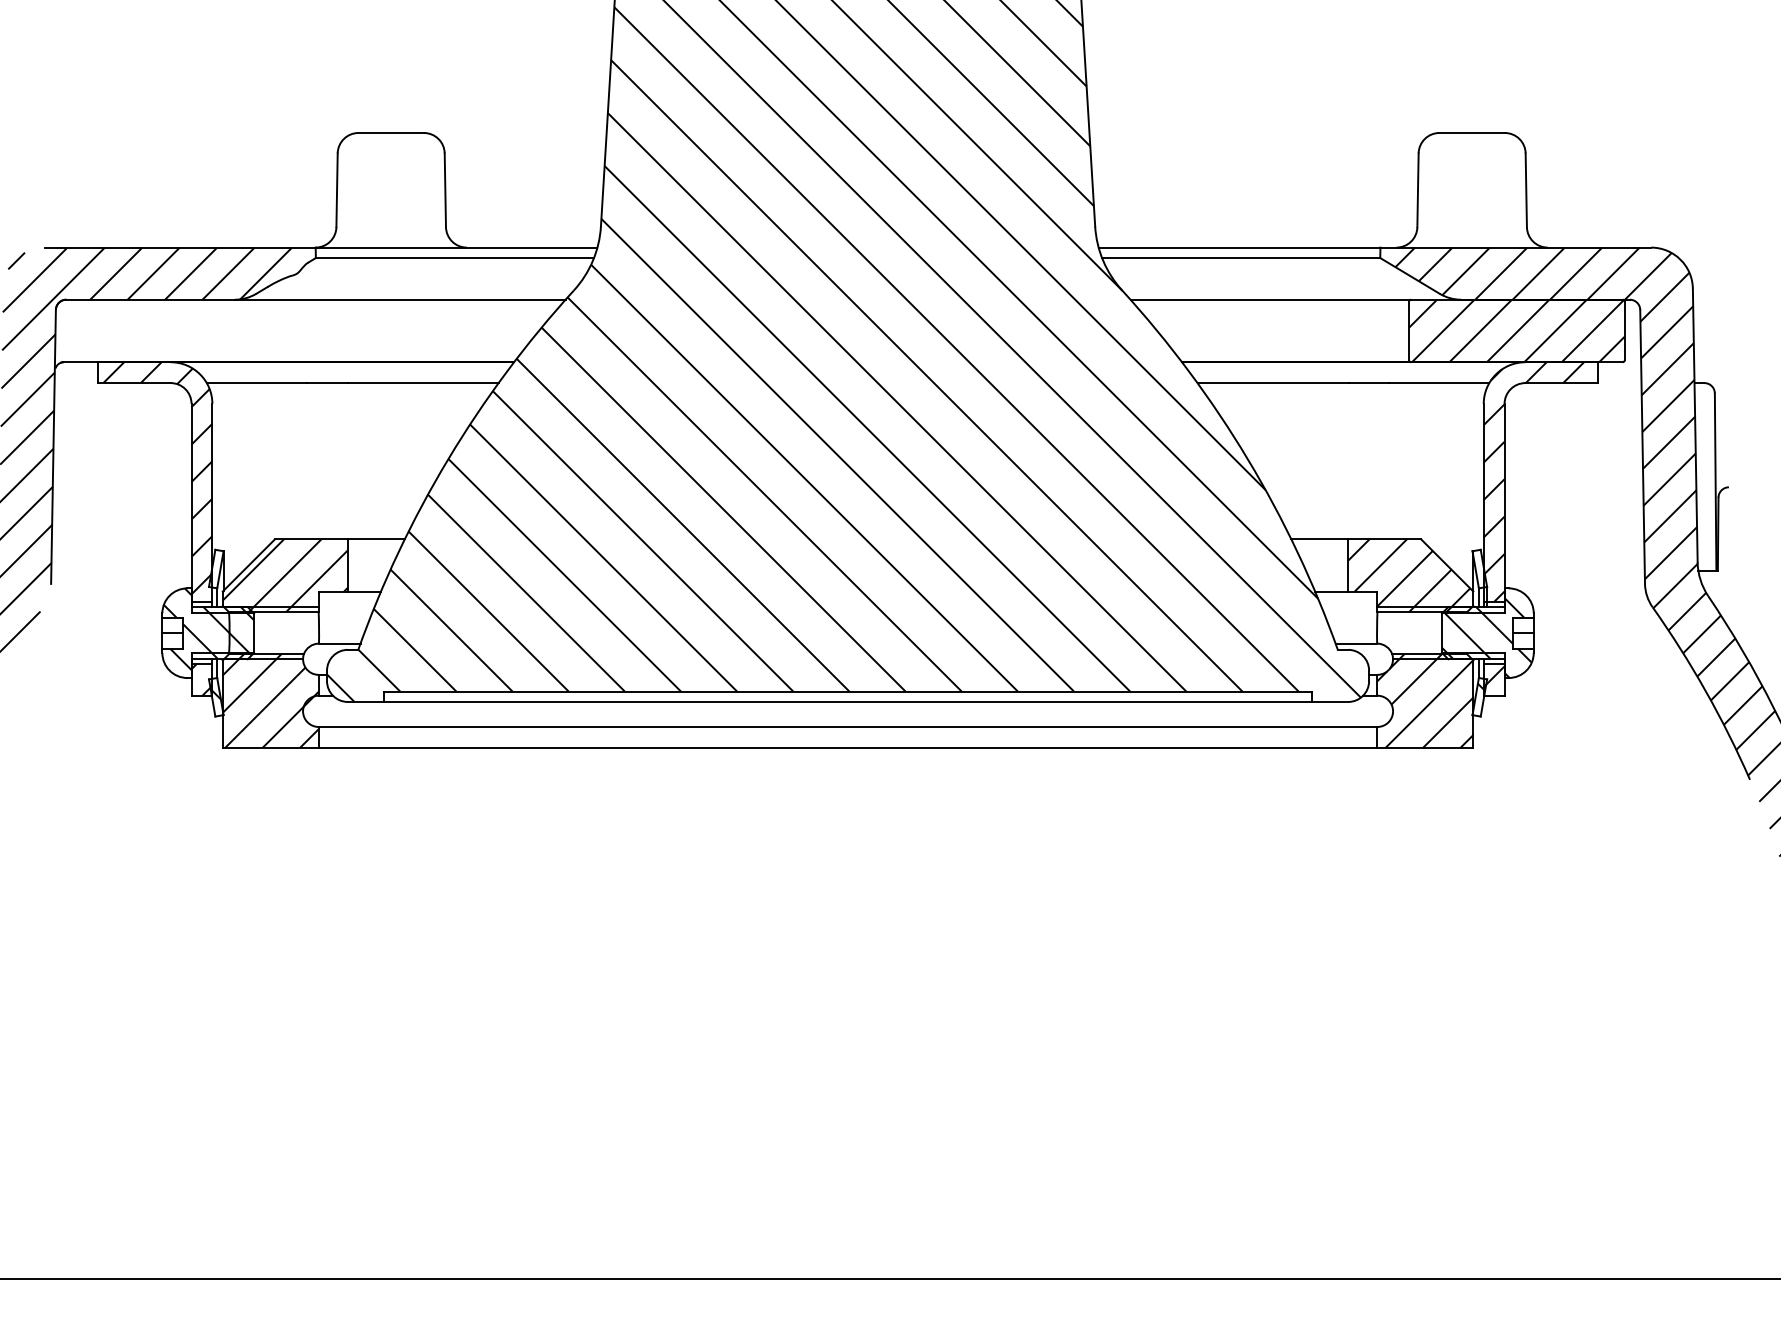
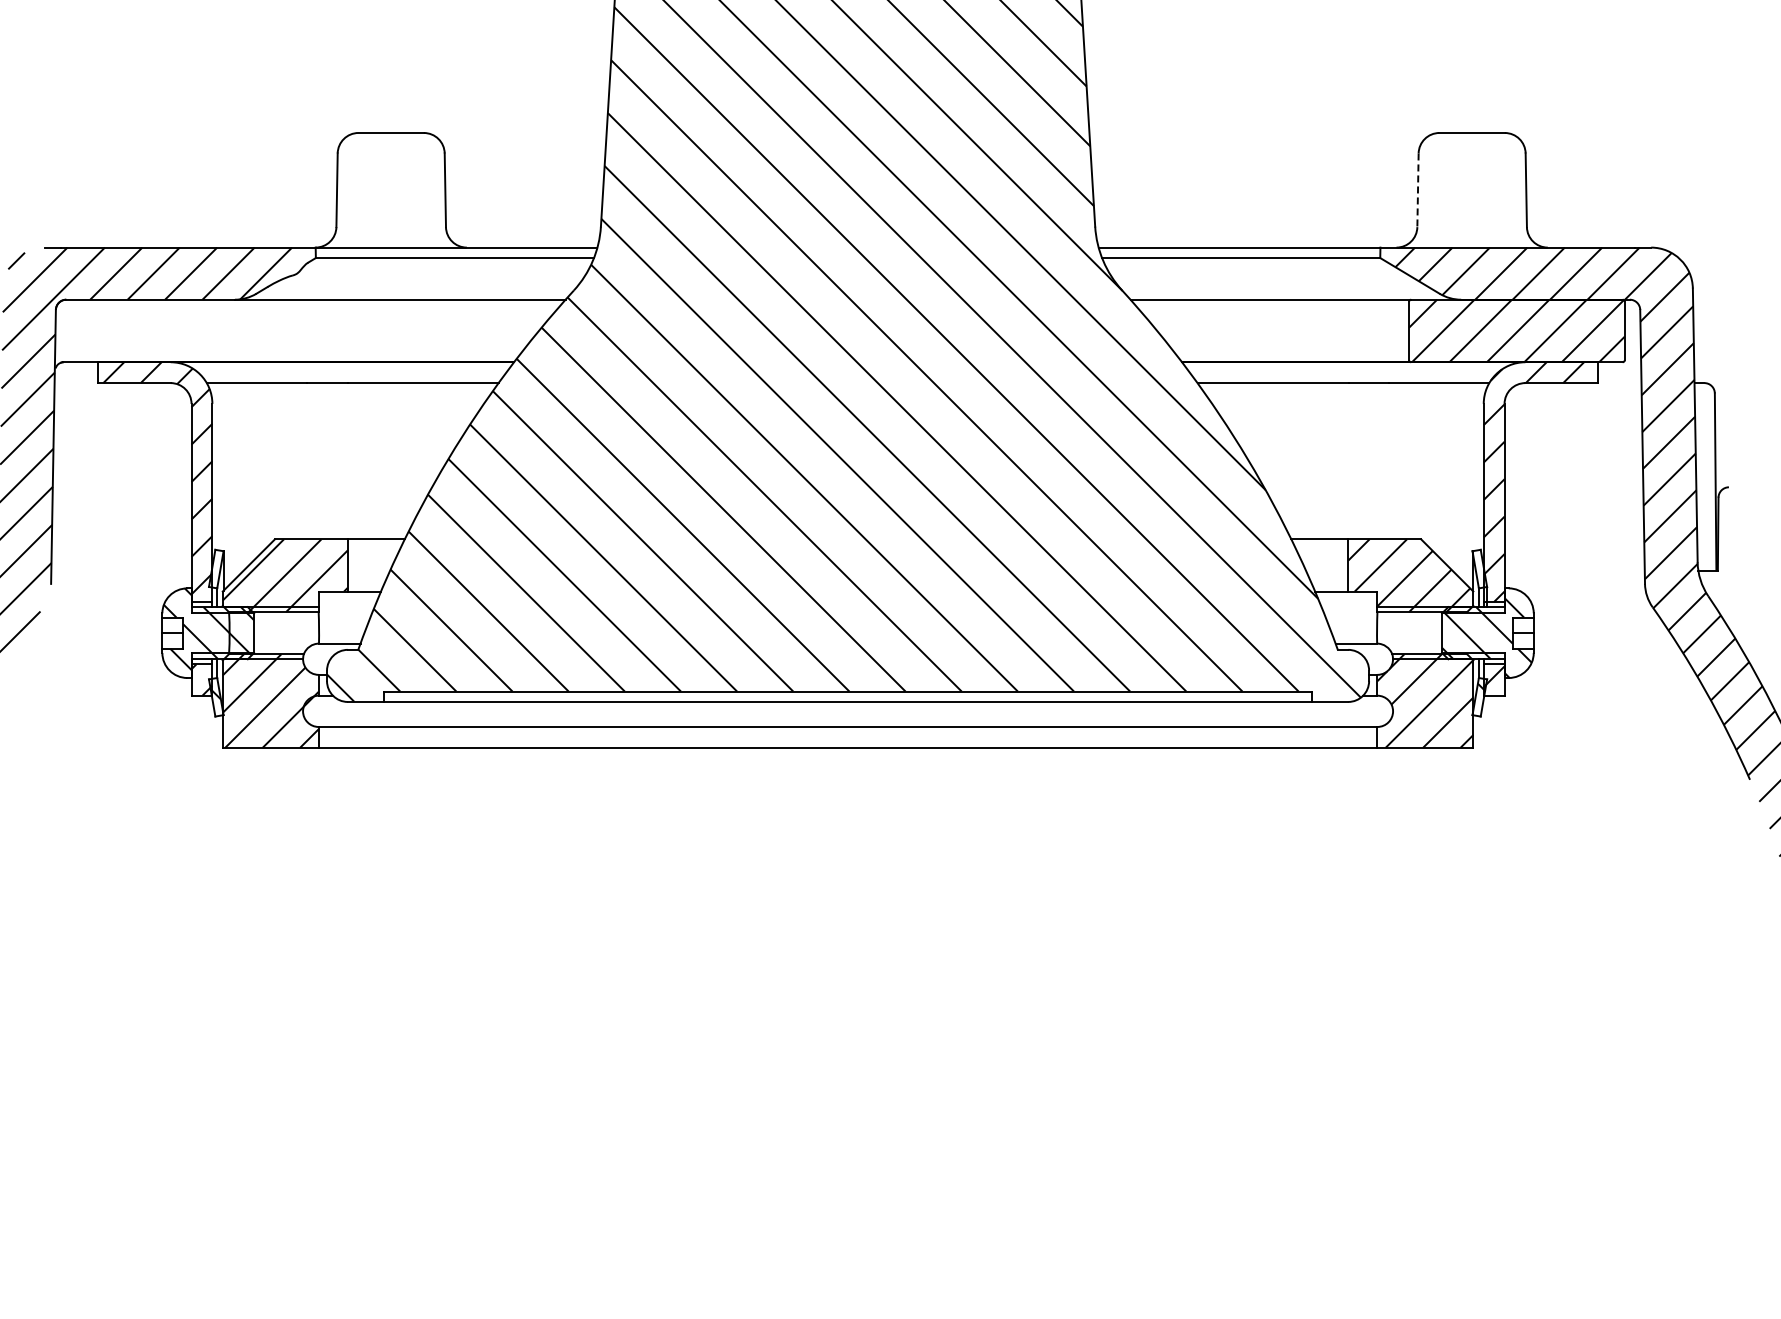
line at (1418, 190): solid -> dashed
line at (889, 1279): present -> none
